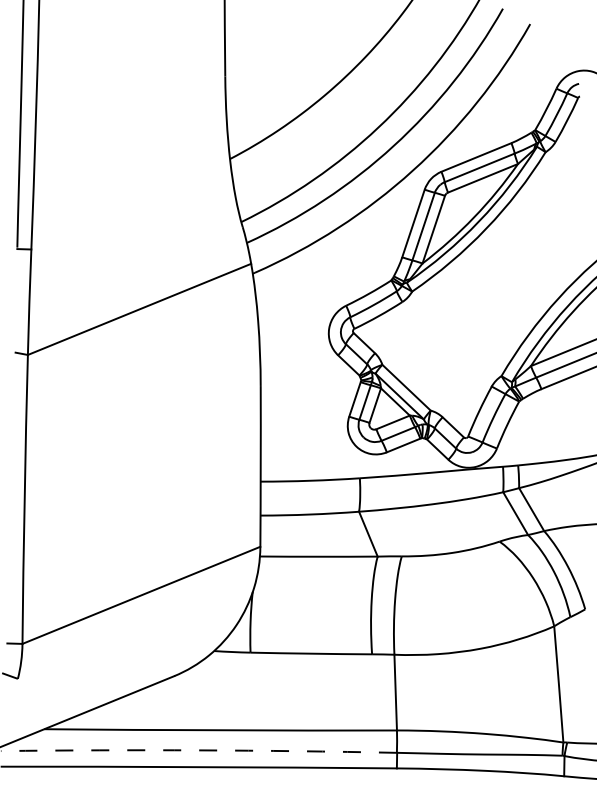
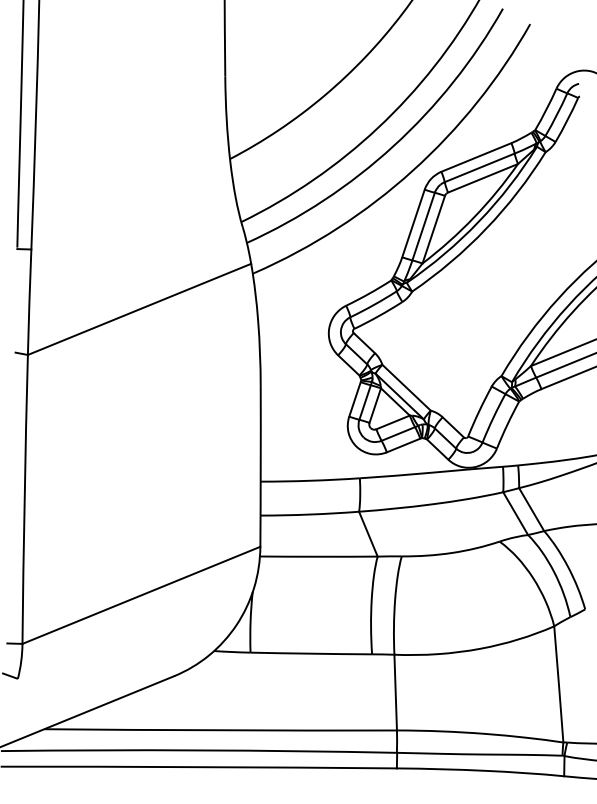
arc at (198, 750): dashed -> solid
